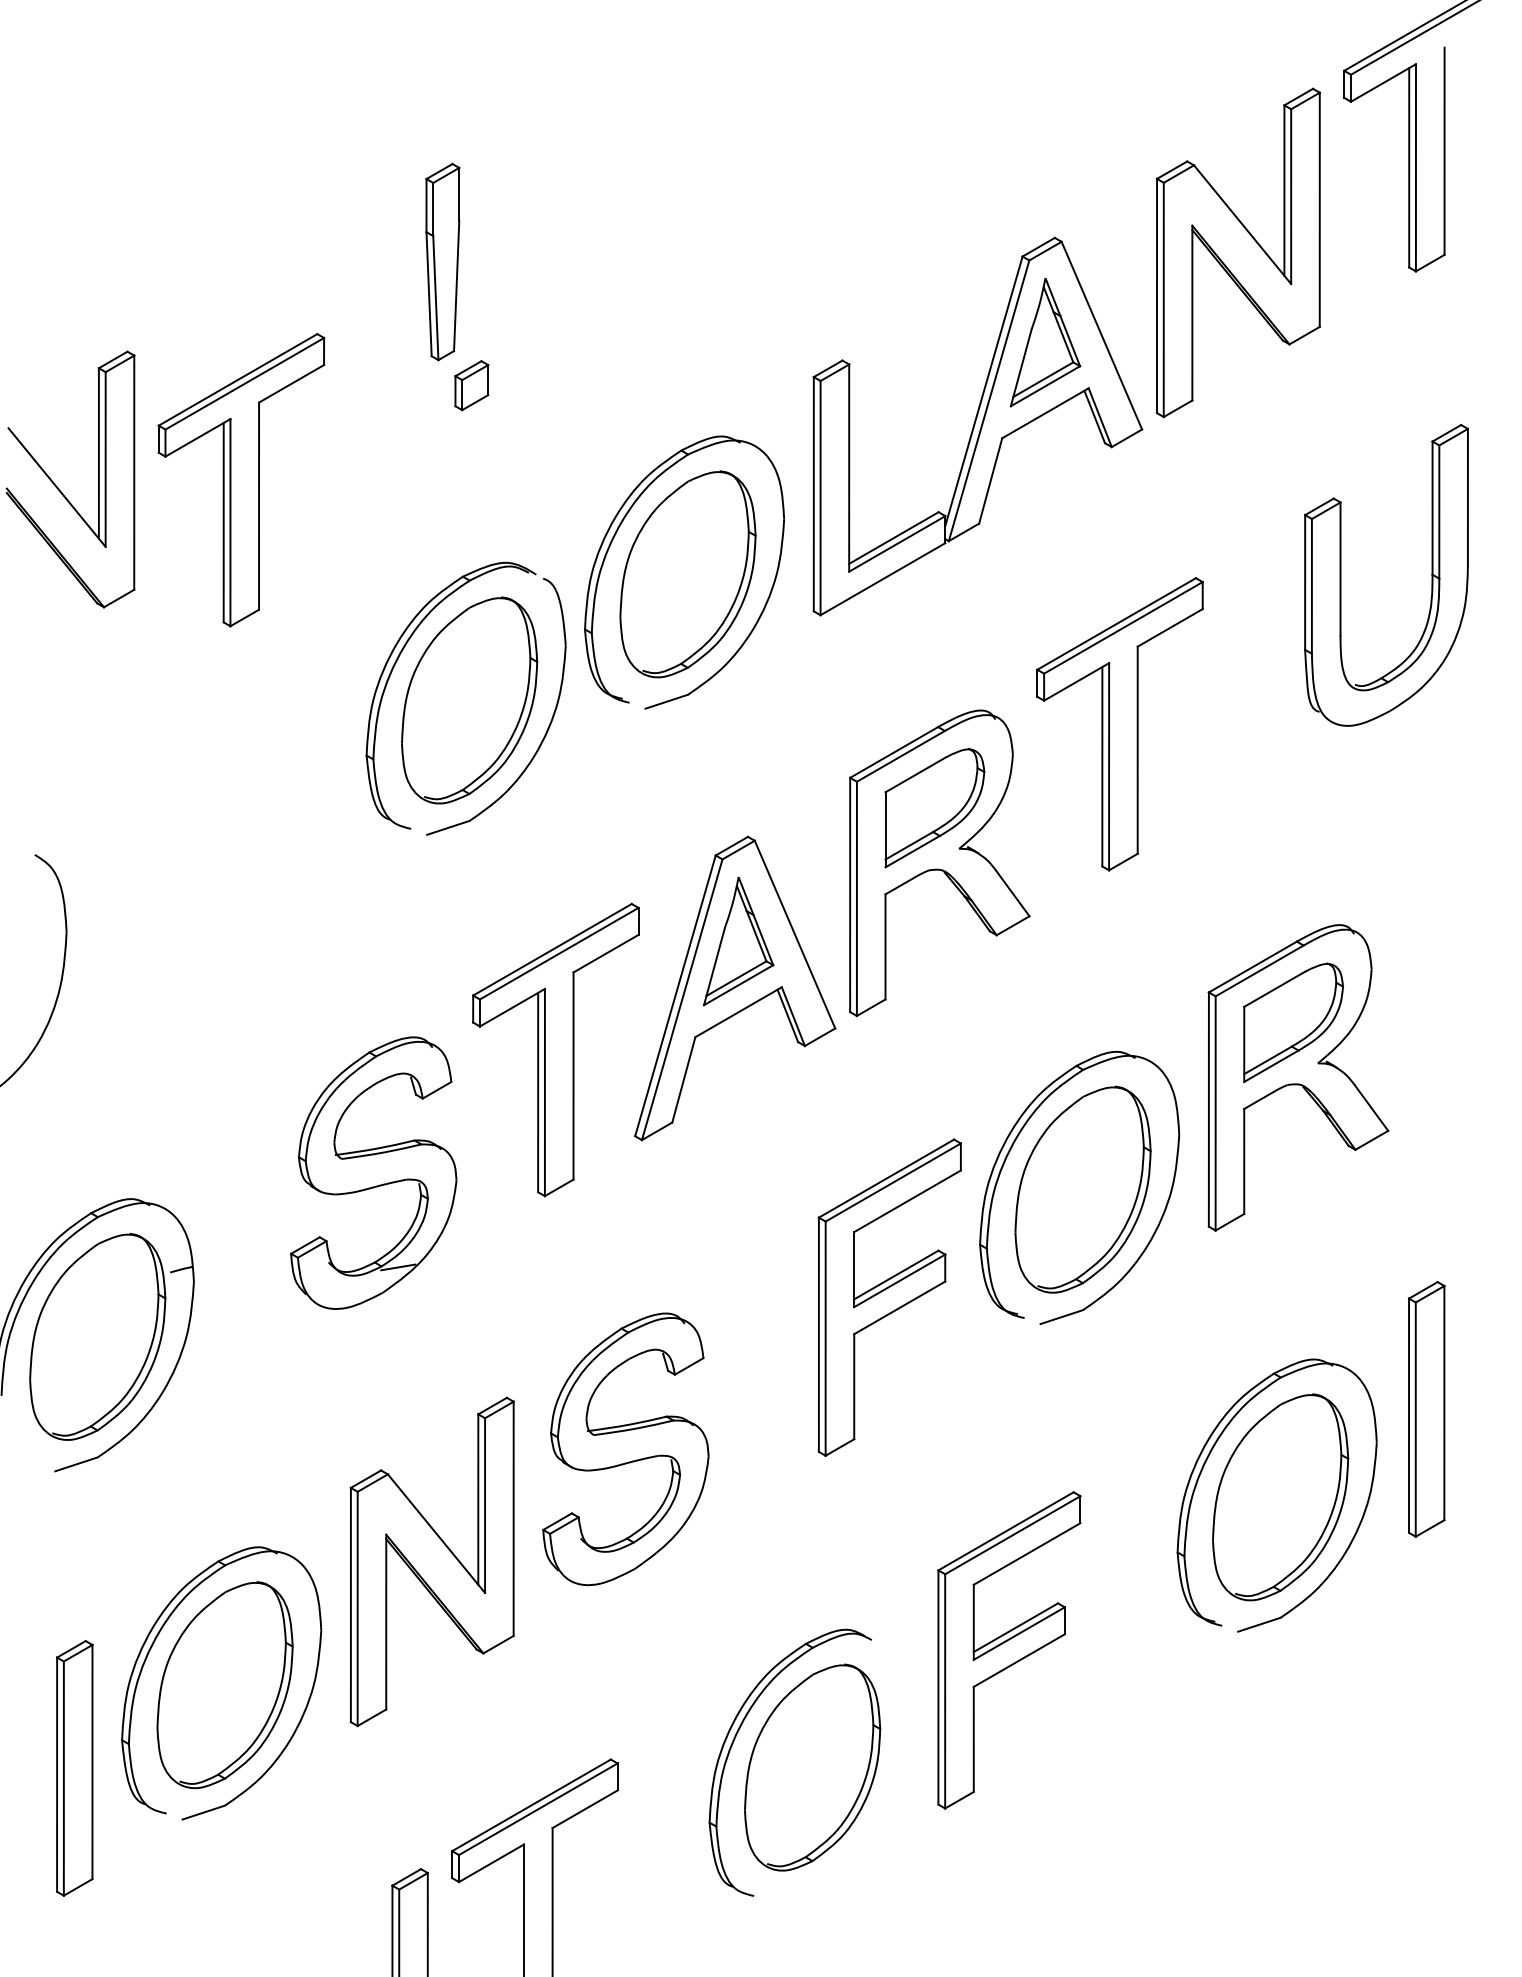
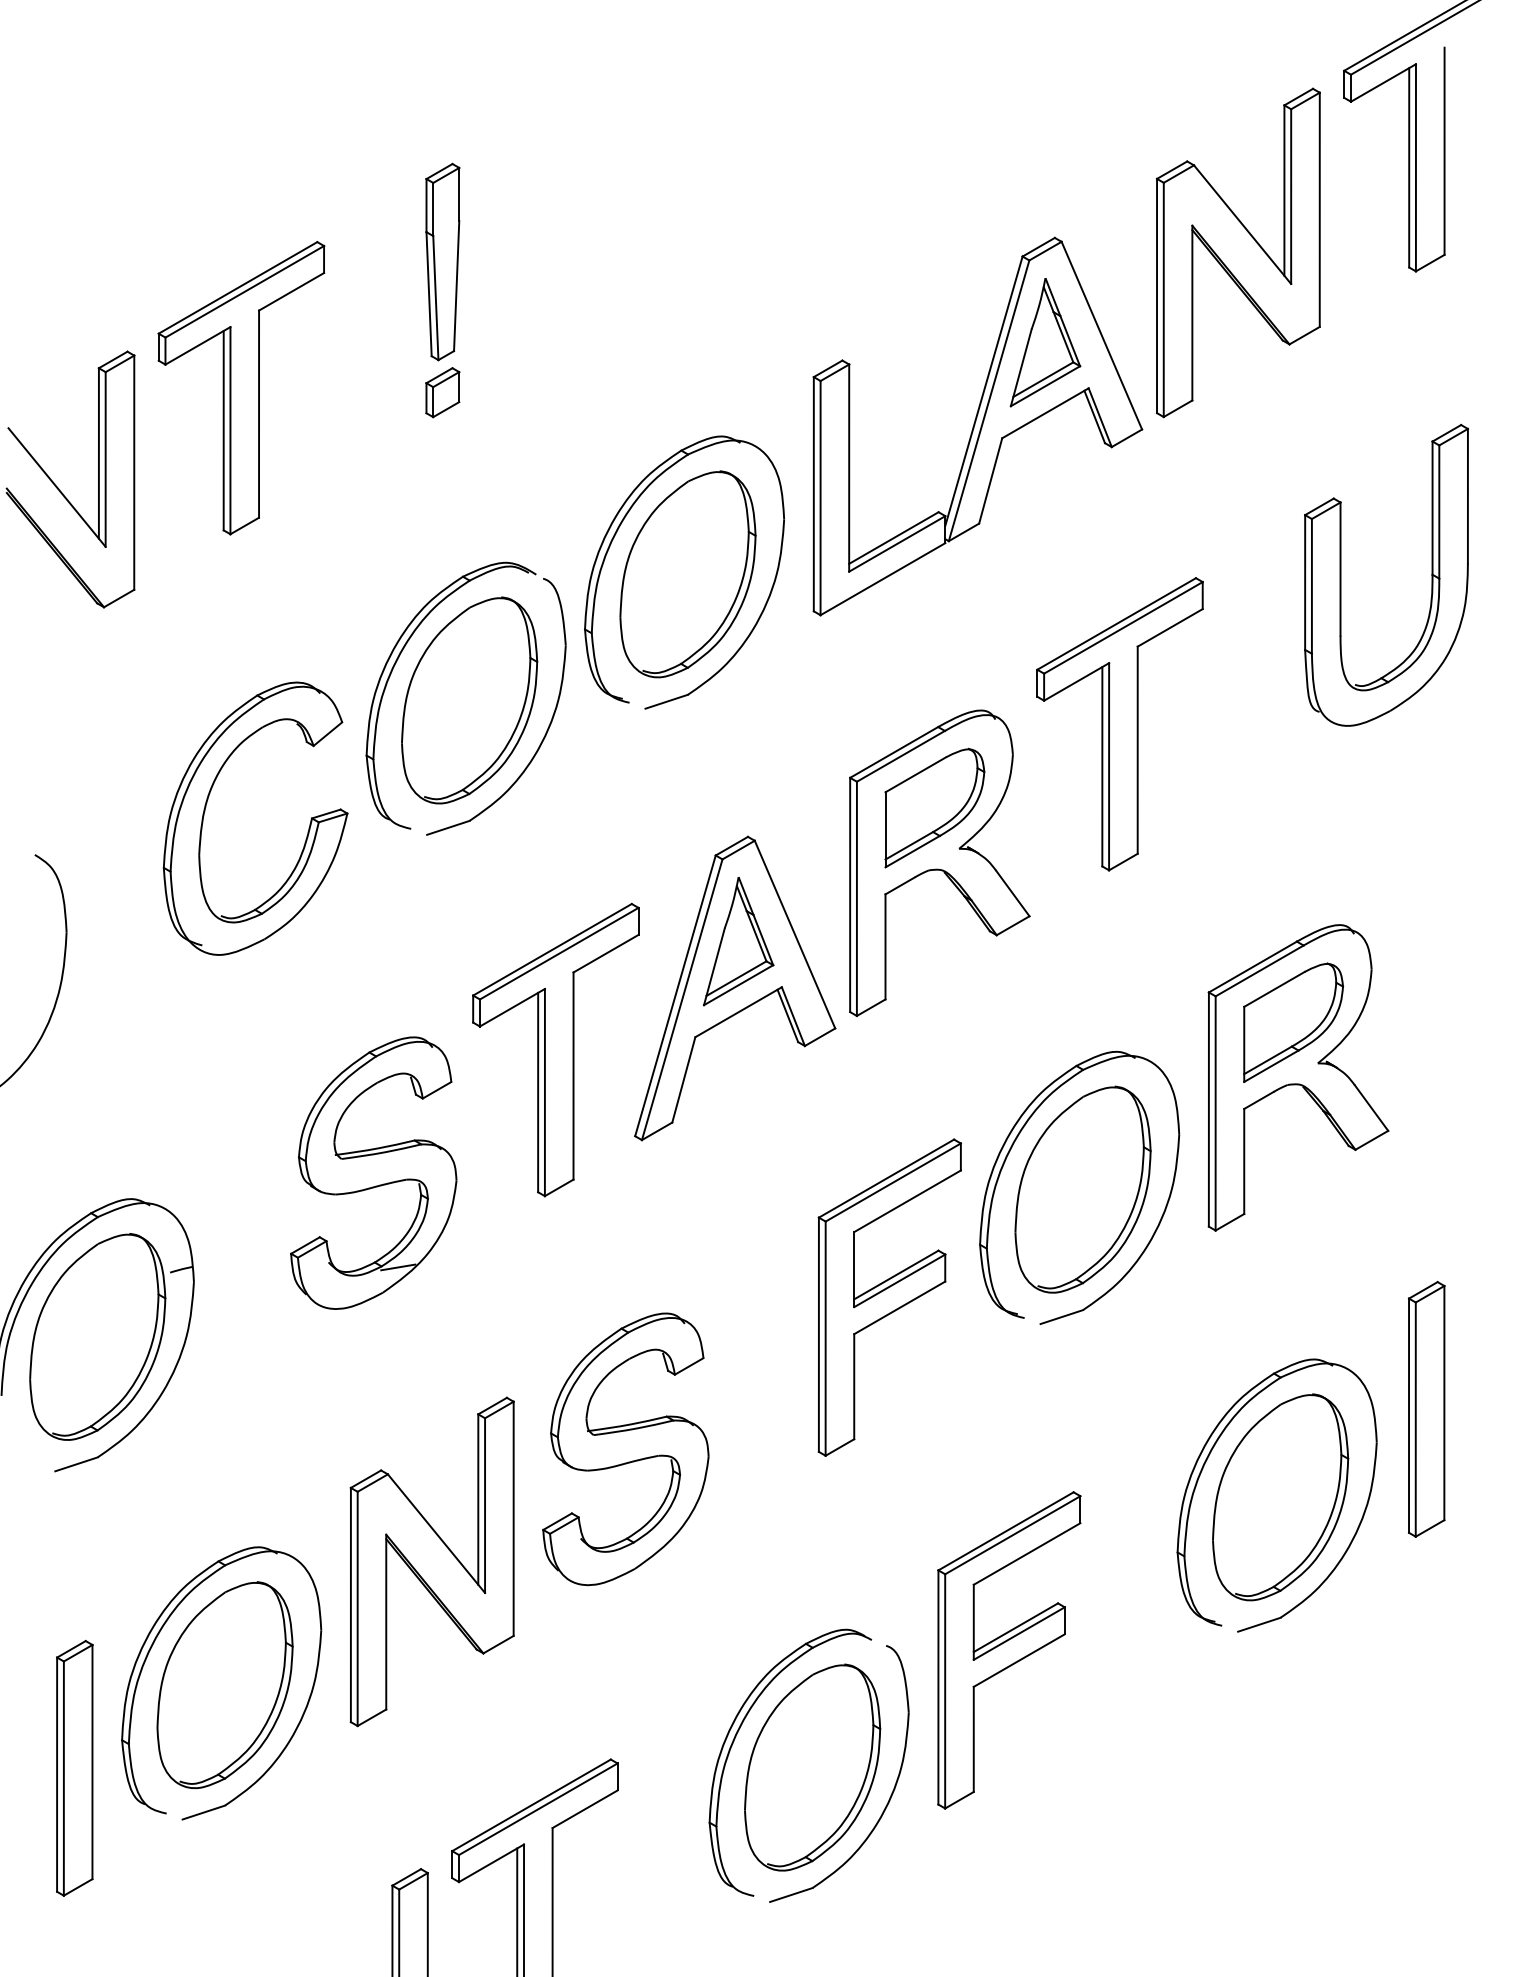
part at (471, 385) position: (471, 385) -> (442, 392)
part at (241, 480) position: (241, 480) -> (241, 388)
part at (206, 807): none -> present
part at (891, 1792): none -> present
line at (517, 1910): none -> present
